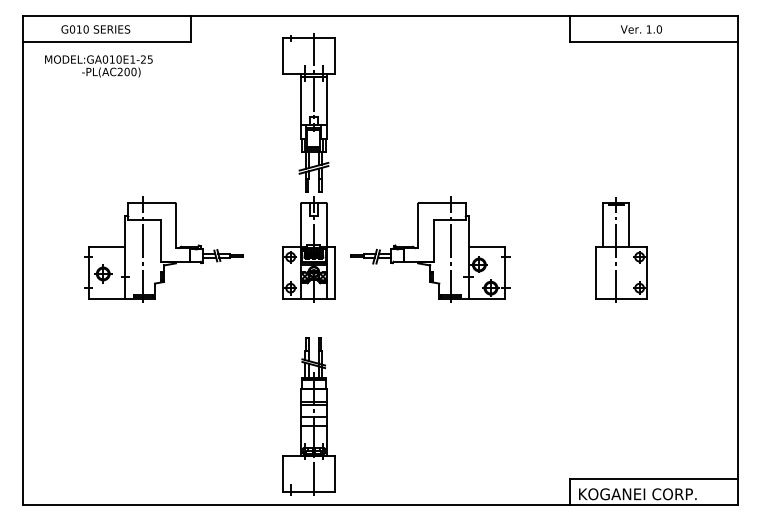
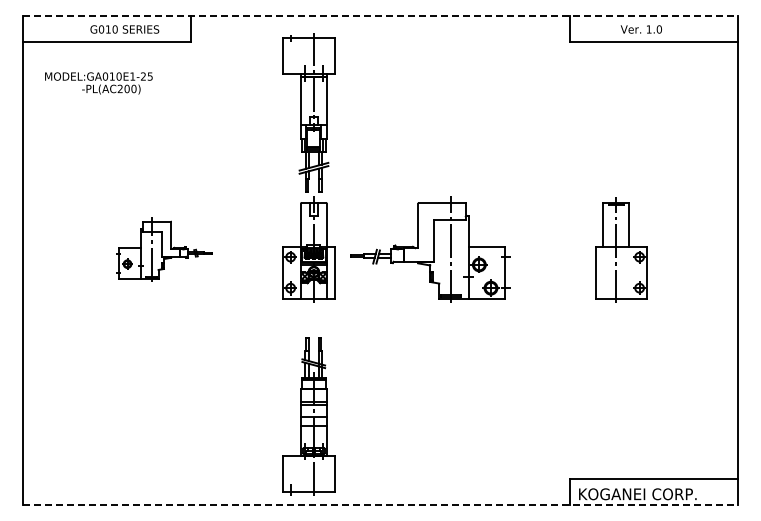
line at (380, 15): solid -> dashed
text at (95, 29) position: (95, 29) -> (124, 29)
text at (98, 66) position: (98, 66) -> (98, 83)
part at (163, 249) size: 160x107 px -> 97x65 px
line at (380, 505): solid -> dashed
